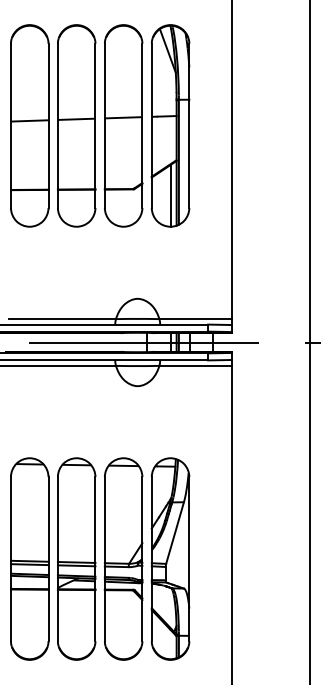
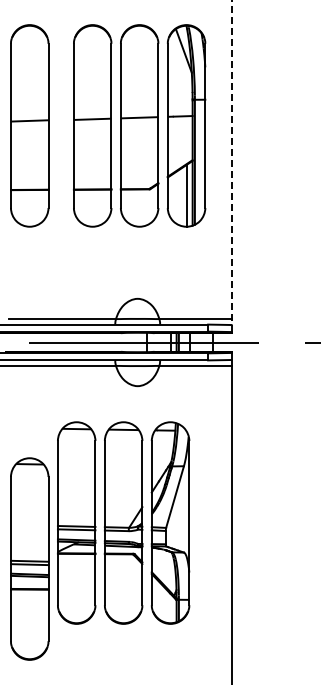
part at (123, 125) position: (123, 125) -> (139, 125)
line at (231, 166): solid -> dashed
line at (309, 341): present -> none
part at (123, 558) position: (123, 558) -> (123, 522)
